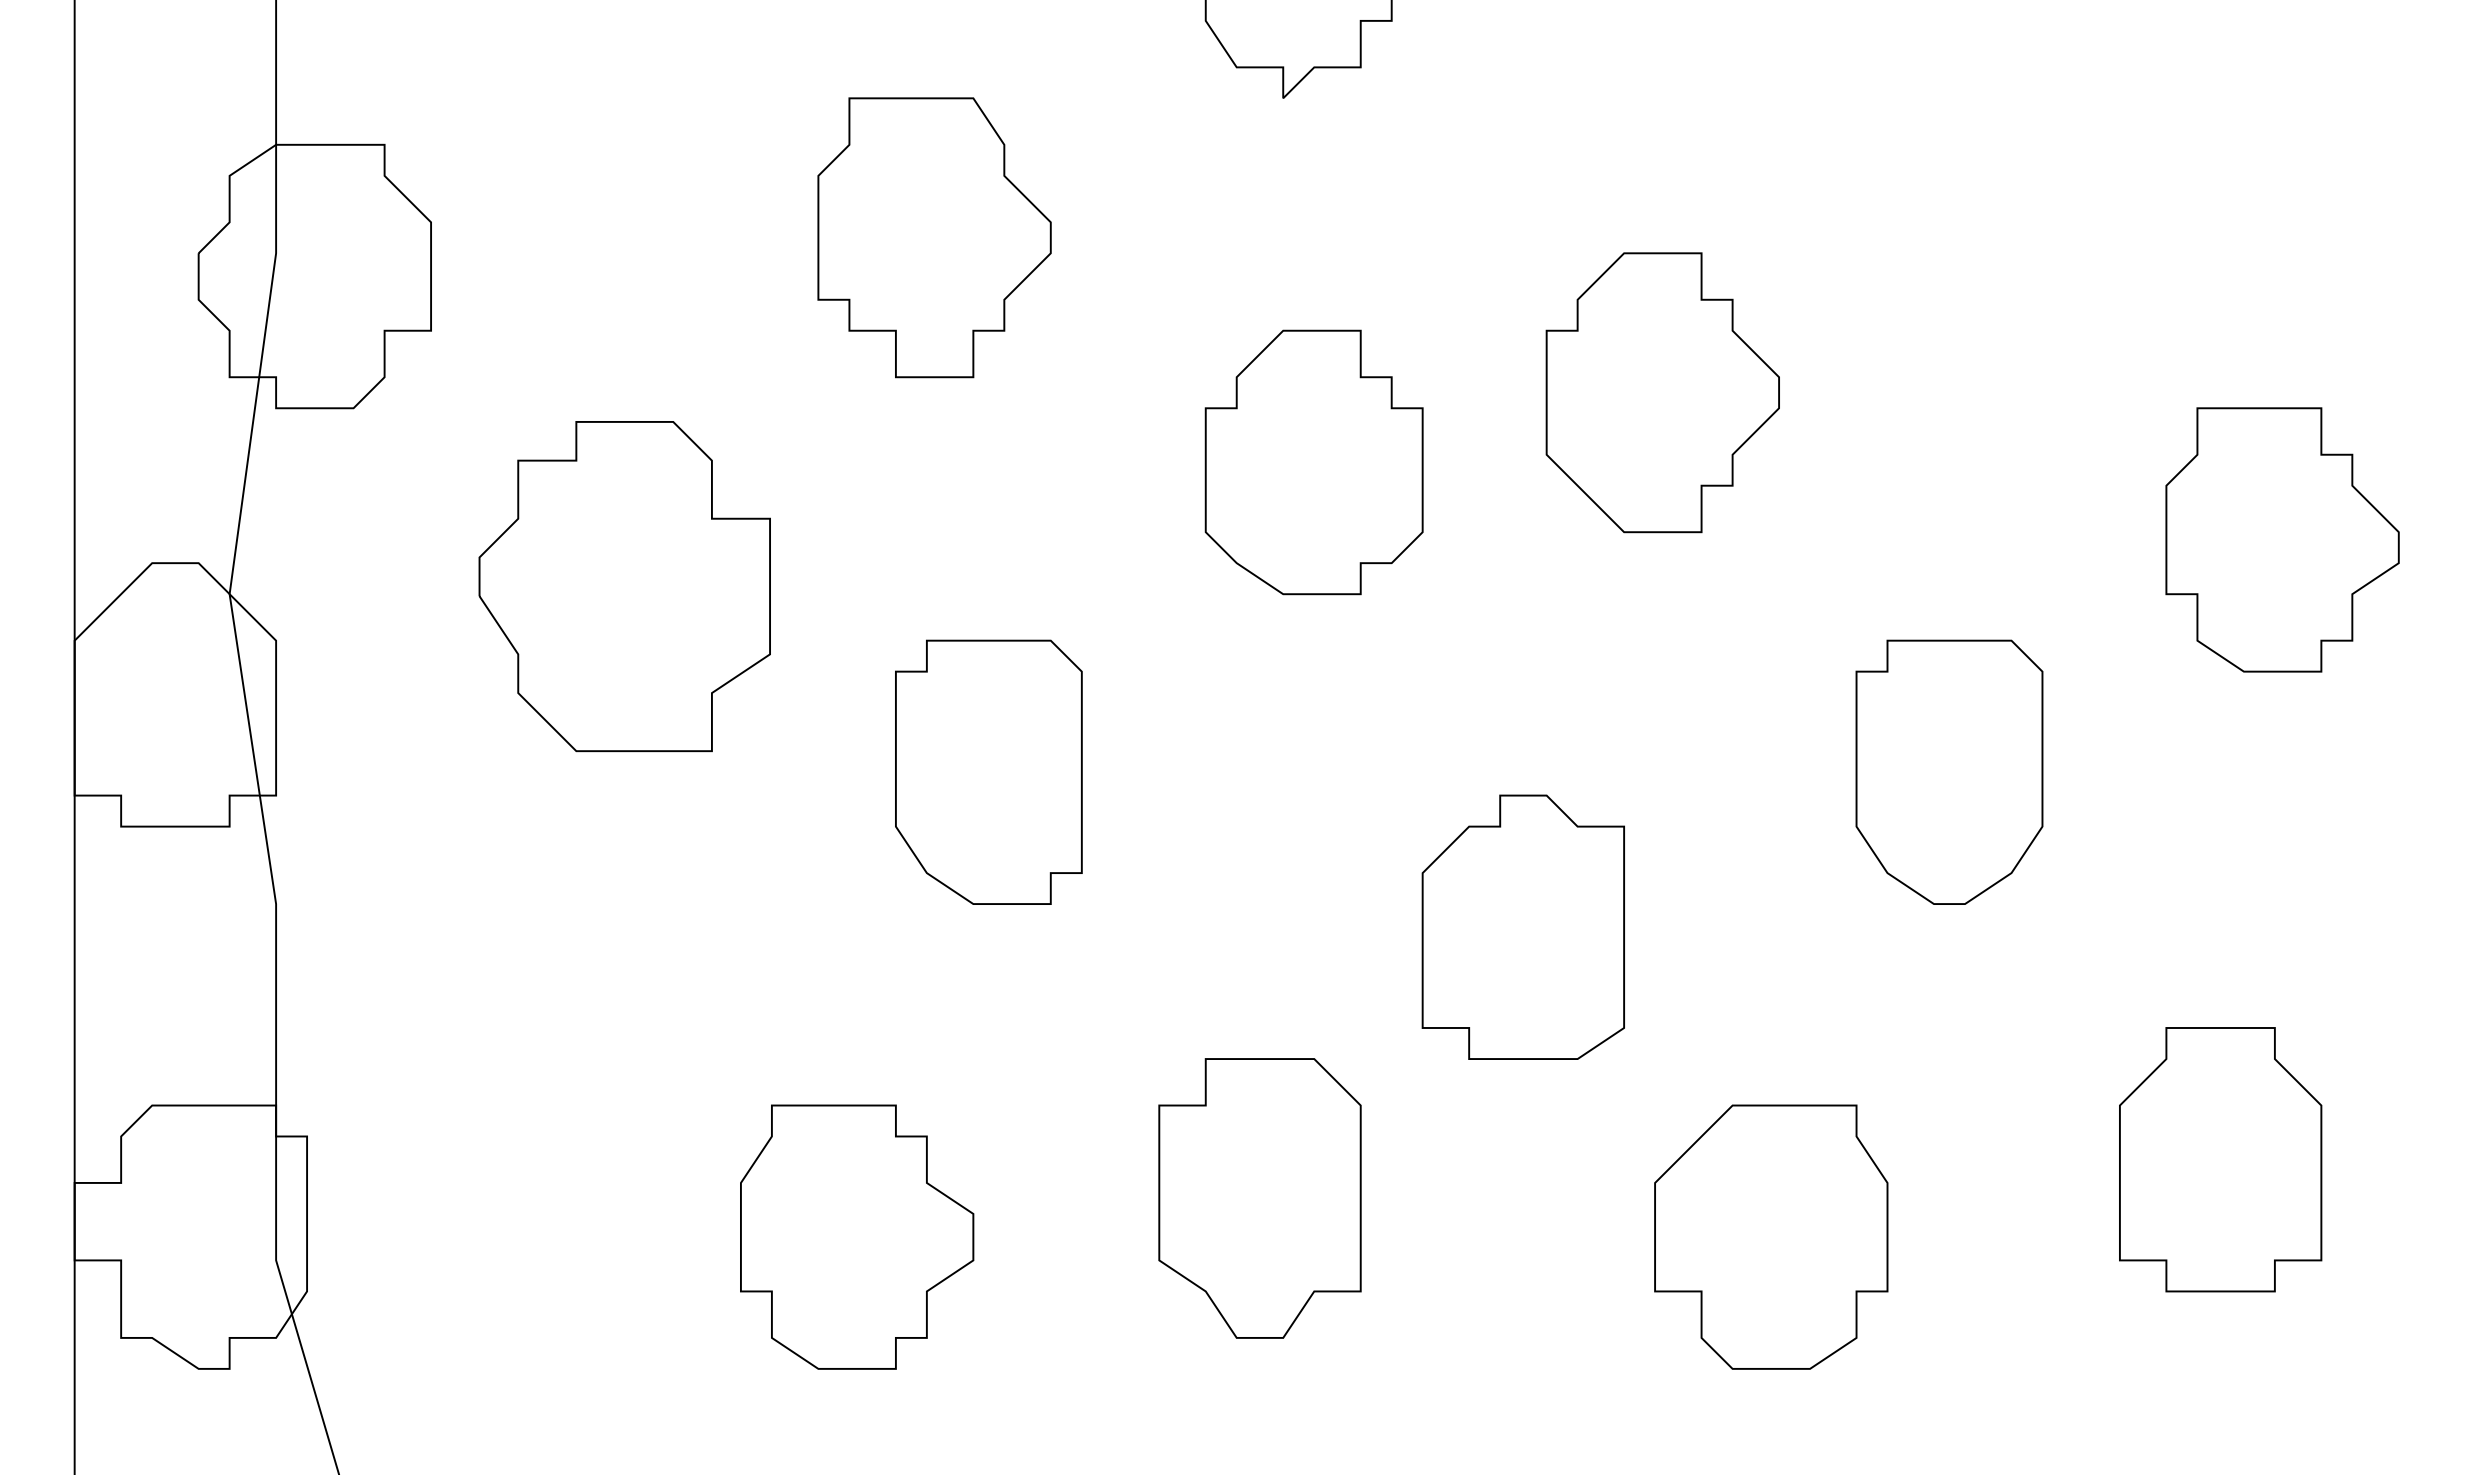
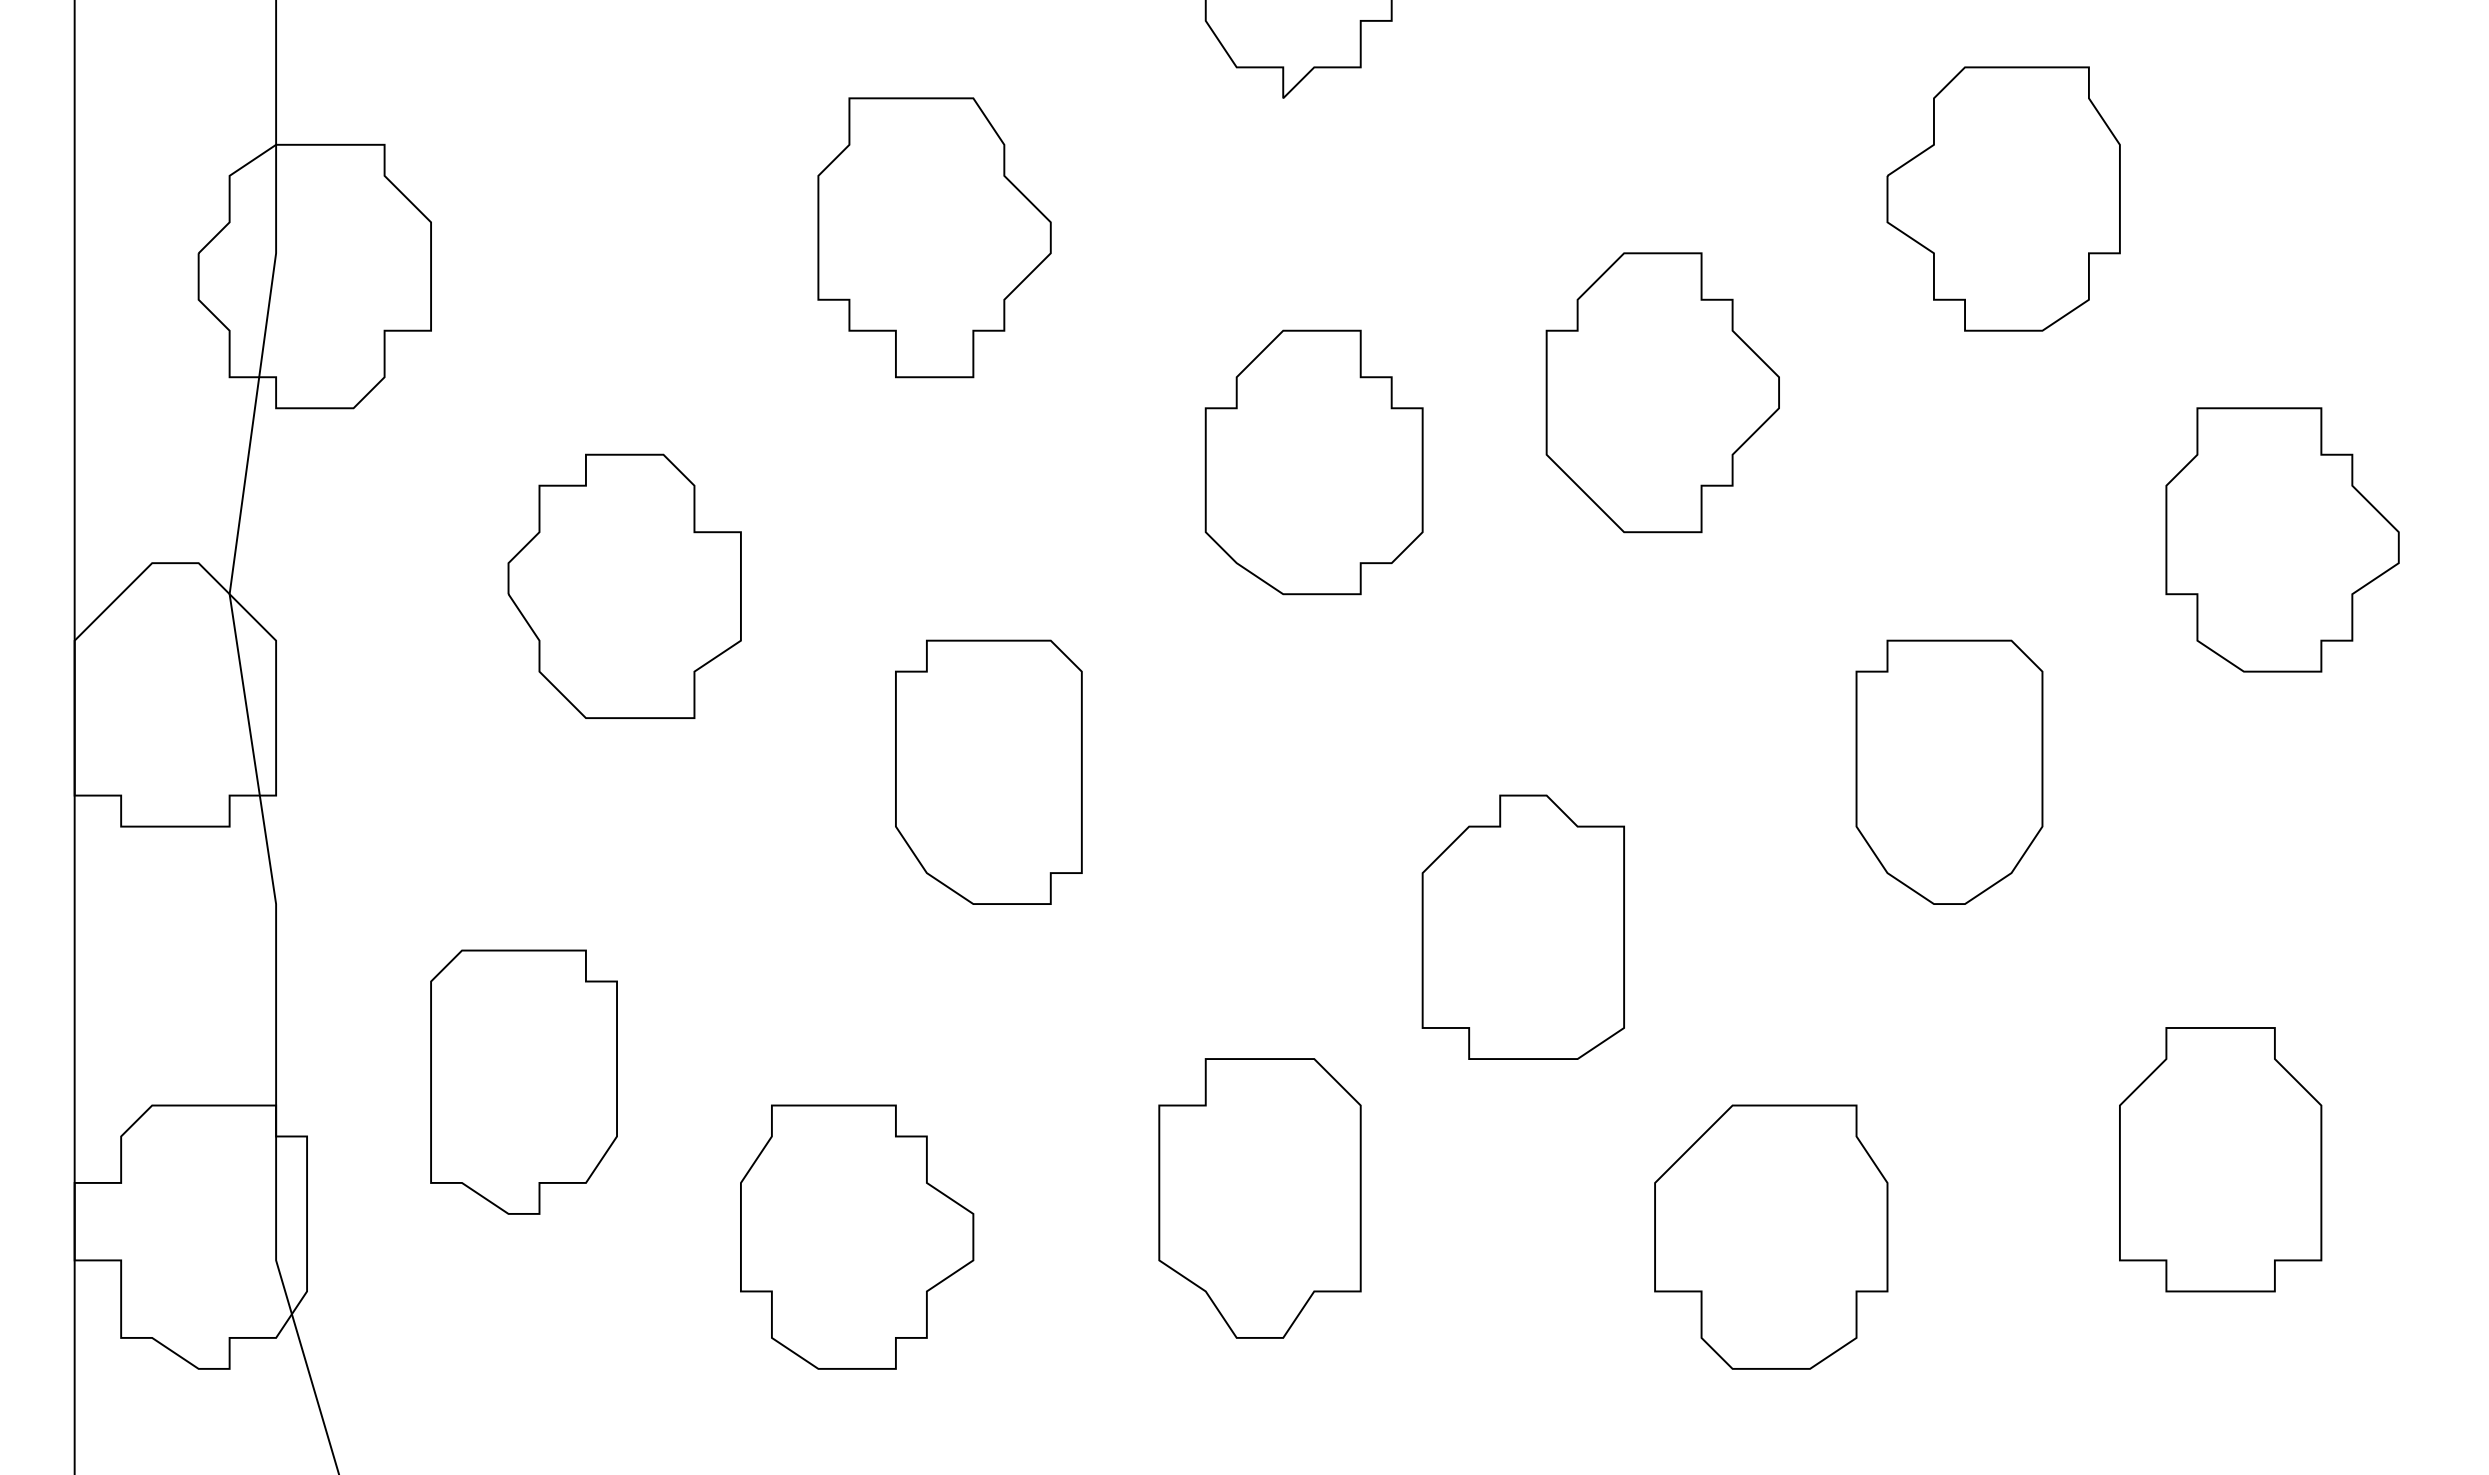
part at (2003, 198): none -> present
part at (624, 586) size: 293x332 px -> 235x266 px
part at (523, 1081): none -> present
